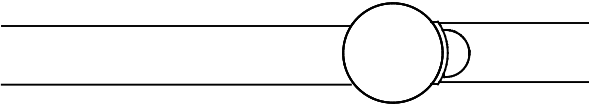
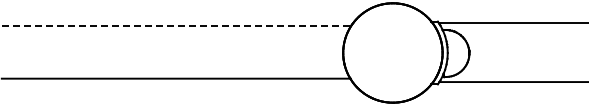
line at (176, 25): solid -> dashed
line at (176, 84) position: (176, 84) -> (176, 78)
